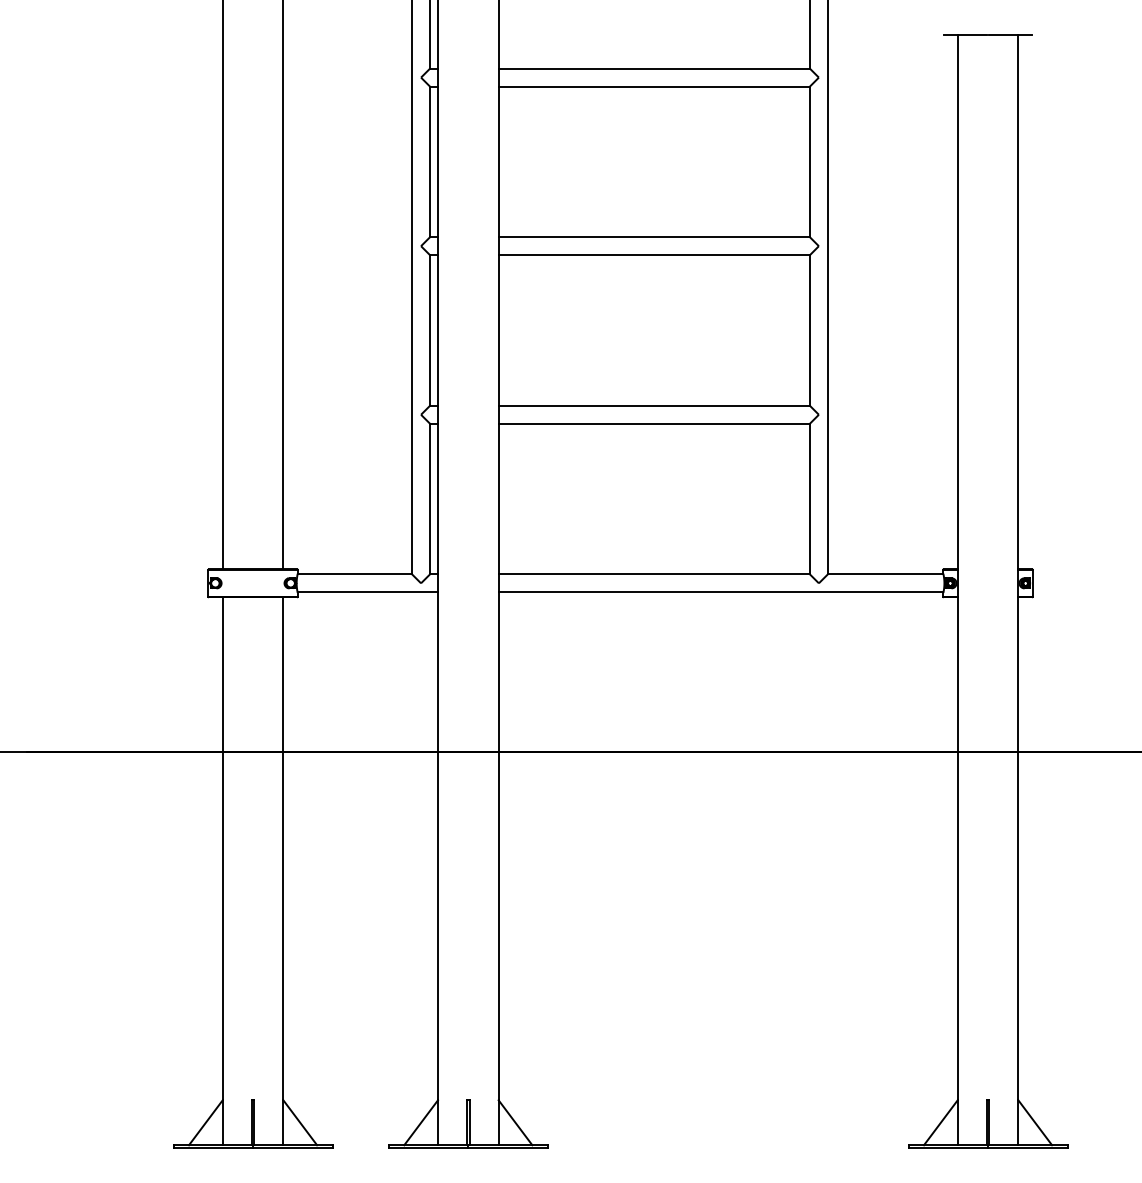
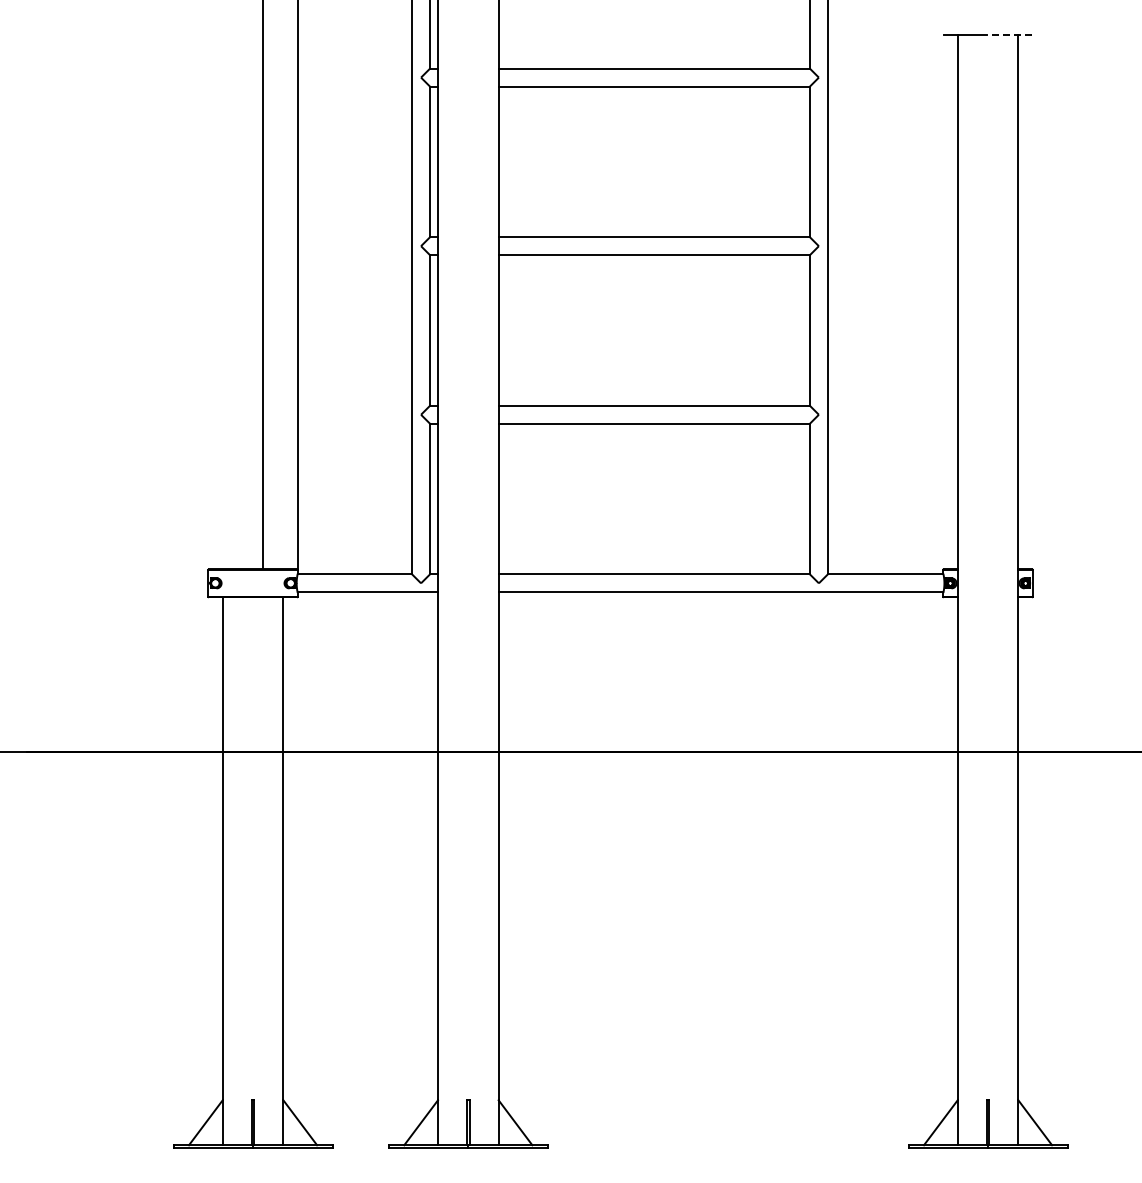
line at (1010, 35): solid -> dashed
line at (222, 285) position: (222, 285) -> (262, 285)
line at (283, 285) position: (283, 285) -> (298, 285)
